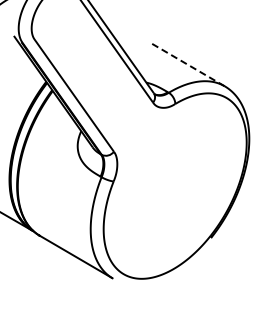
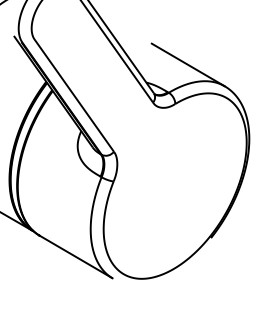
line at (187, 64): dashed -> solid
